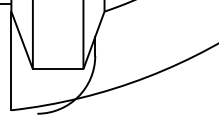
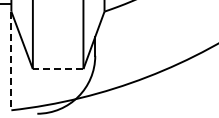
line at (11, 61): solid -> dashed
line at (57, 69): solid -> dashed
